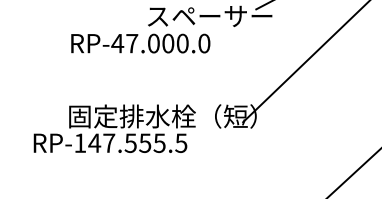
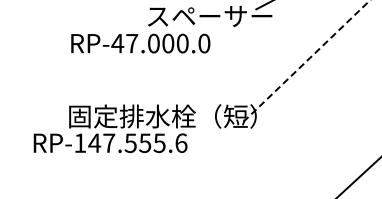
line at (306, 61): solid -> dashed
text at (181, 142): RP-147.555.5 -> RP-147.555.6
line at (353, 172) position: (353, 172) -> (358, 177)
